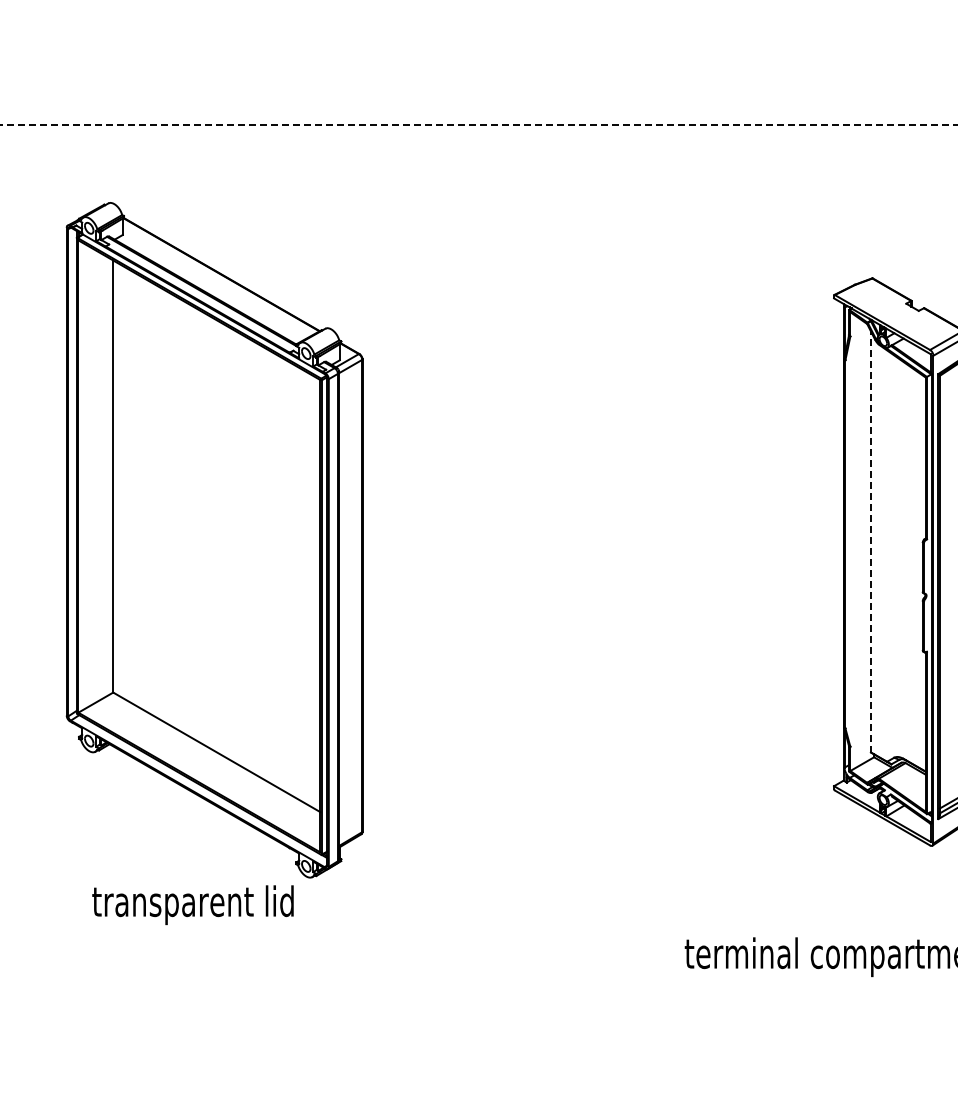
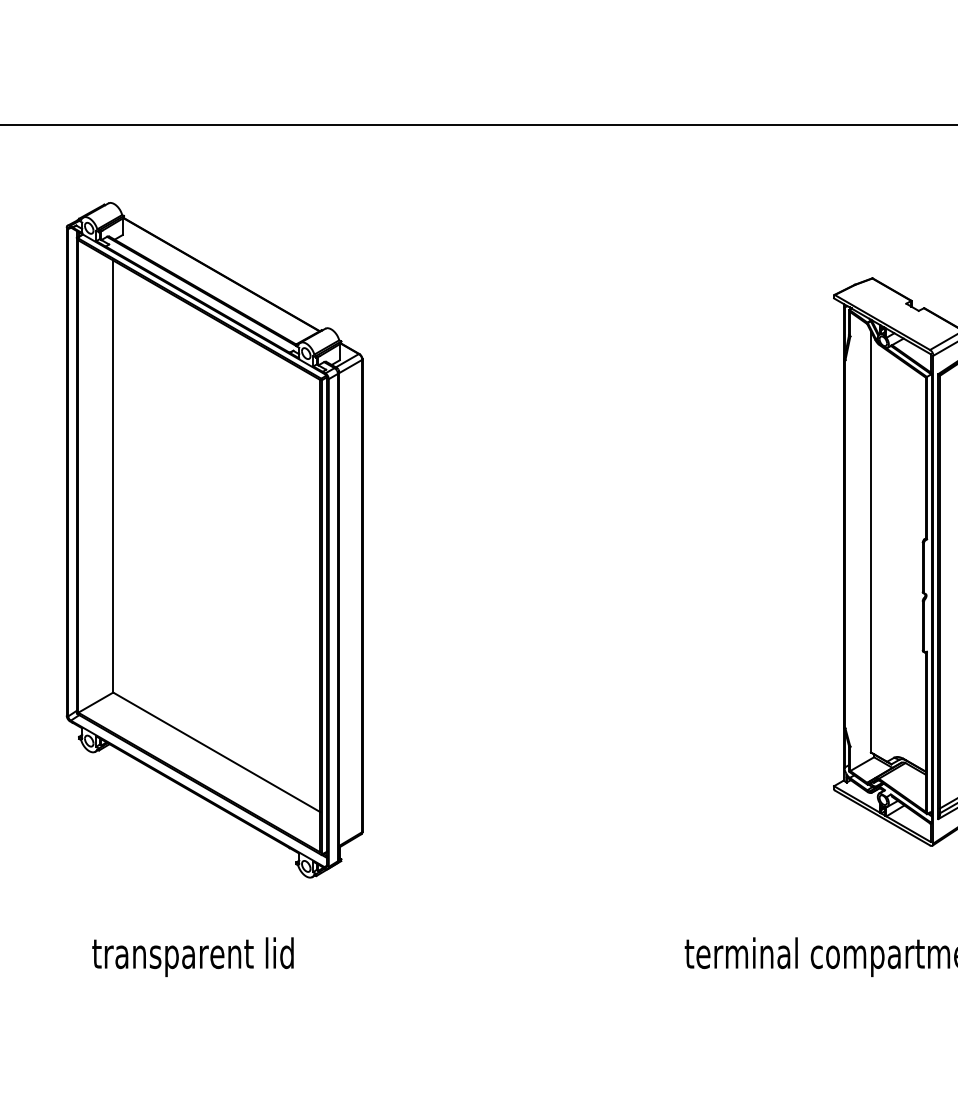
line at (478, 124): dashed -> solid
line at (871, 542): dashed -> solid
text at (192, 905) position: (192, 905) -> (192, 957)
